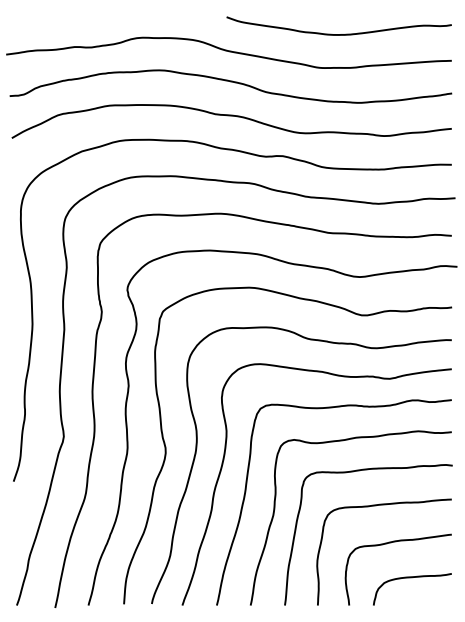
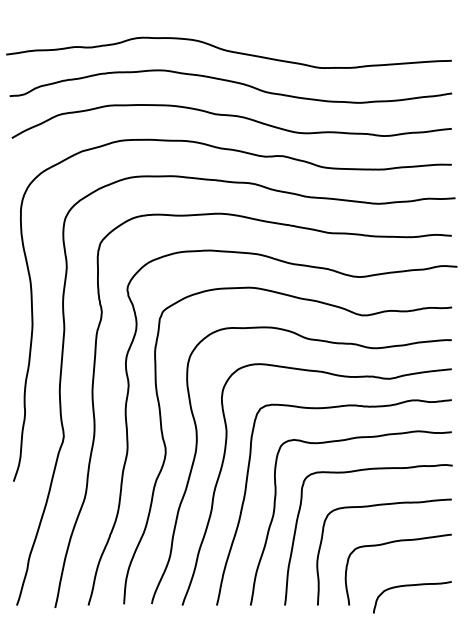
curve at (338, 34): present -> none
curve at (412, 578) position: (412, 578) -> (412, 586)
